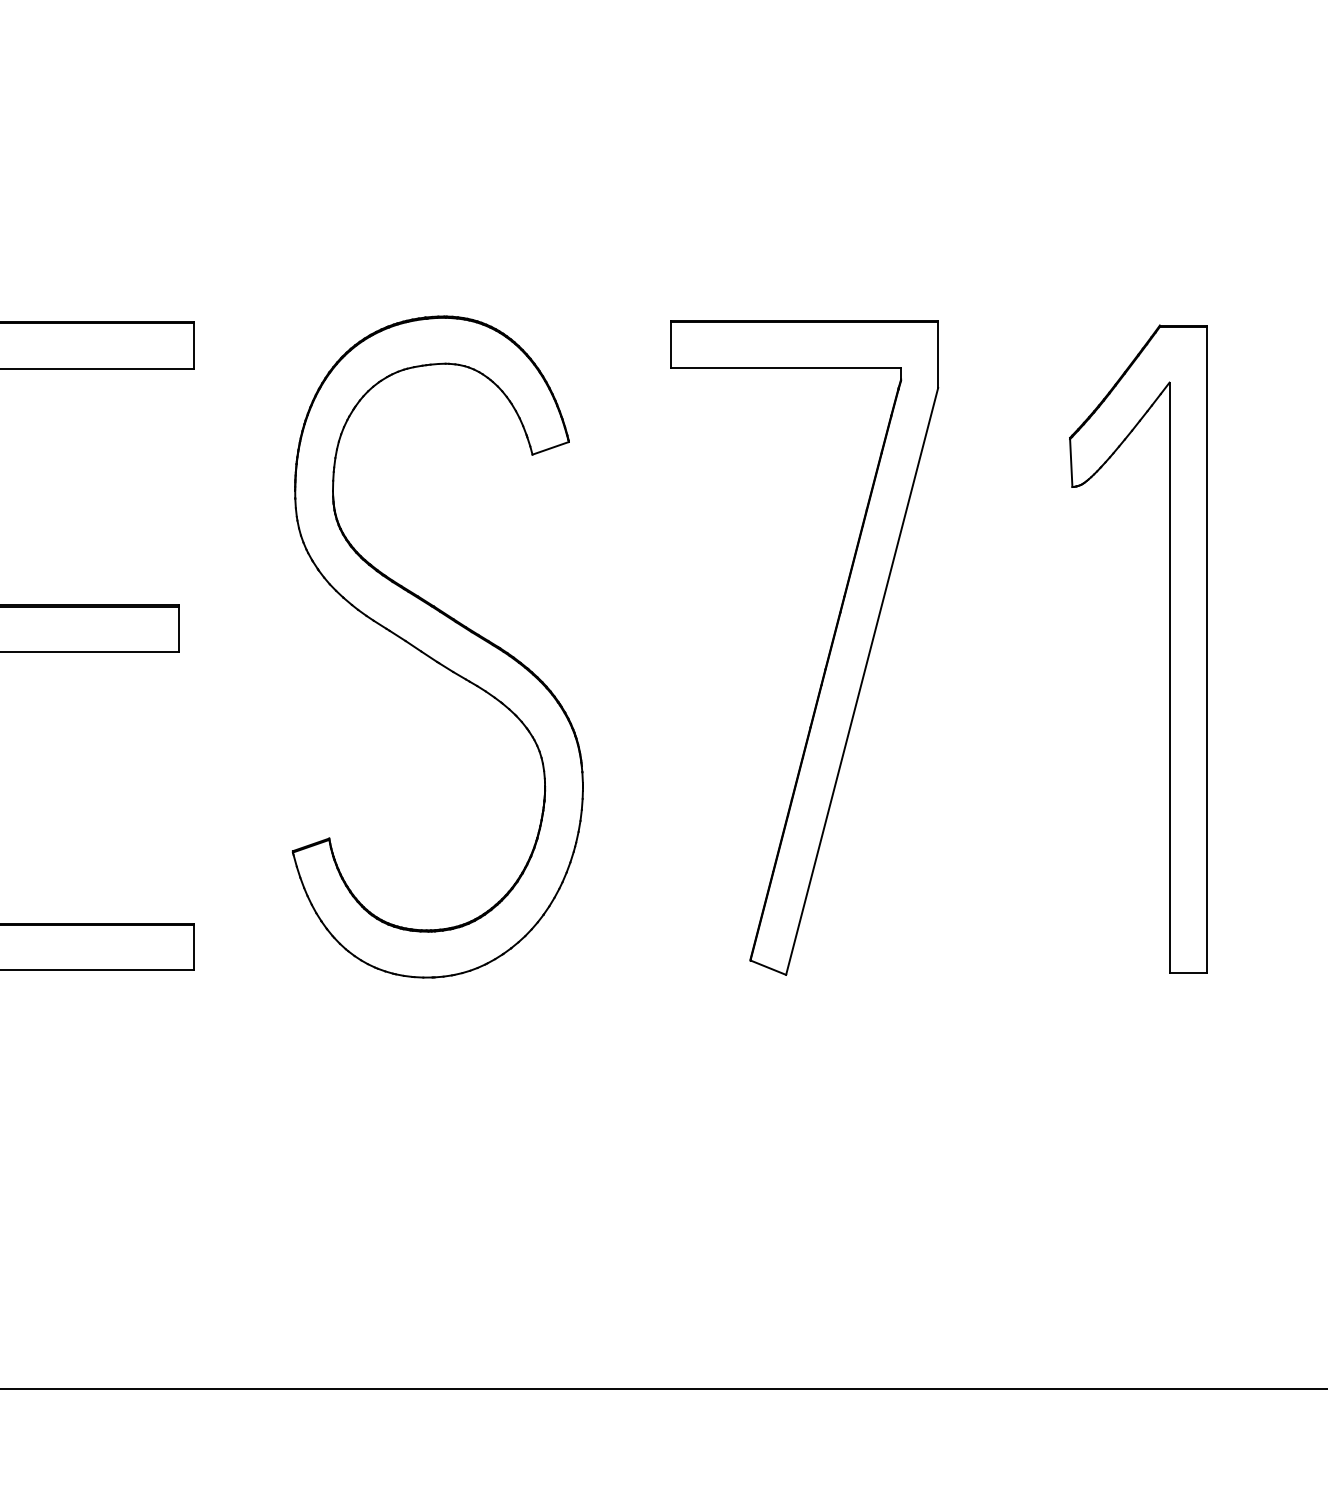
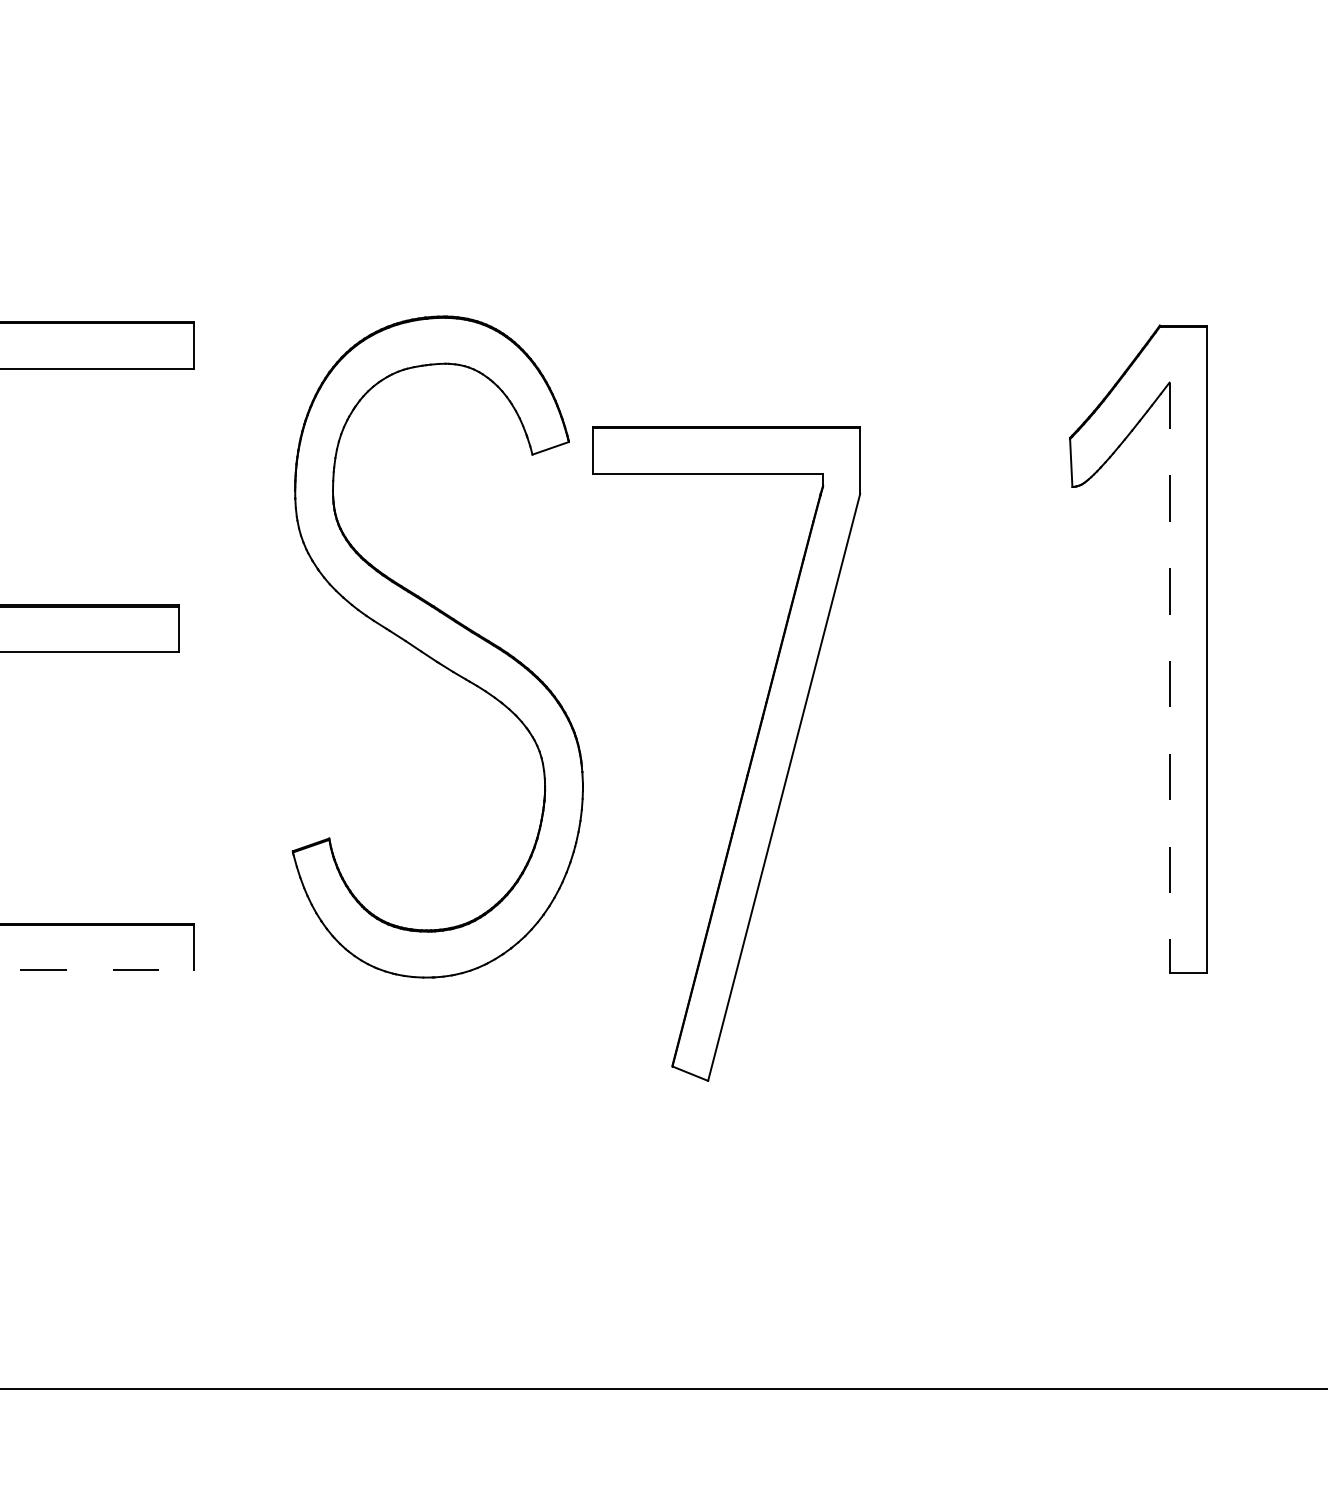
part at (828, 652) position: (828, 652) -> (750, 758)
line at (1169, 678): solid -> dashed
line at (96, 970): solid -> dashed
